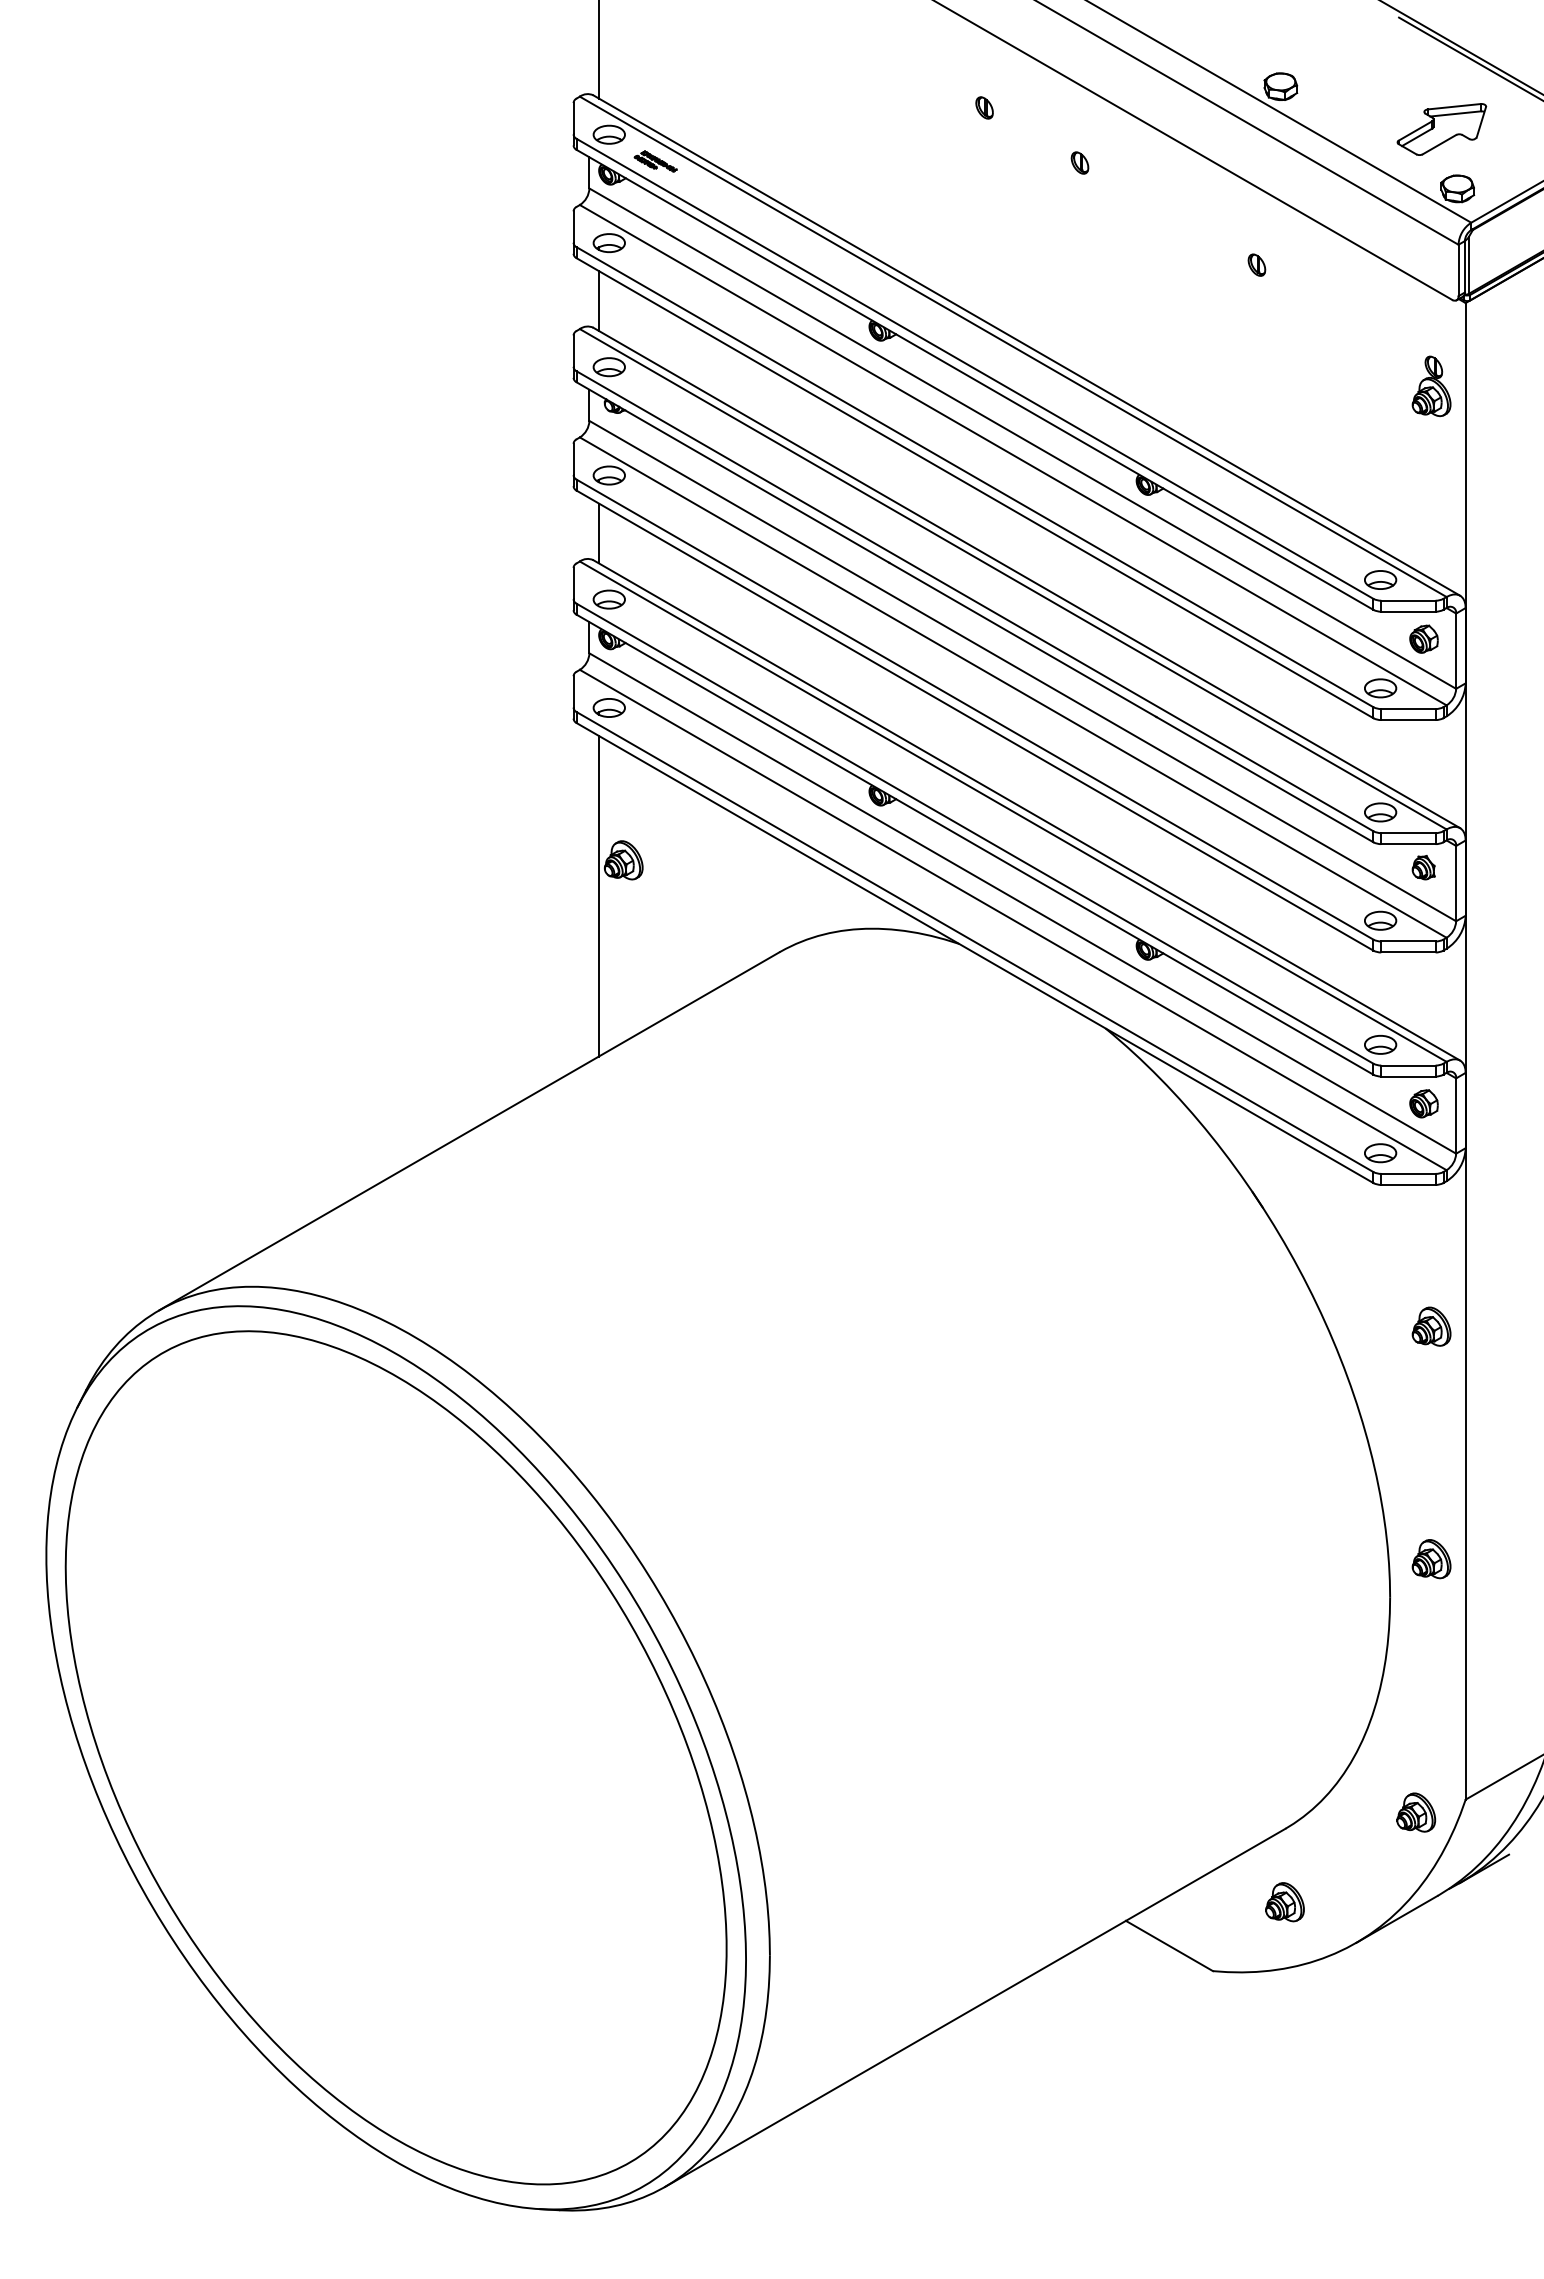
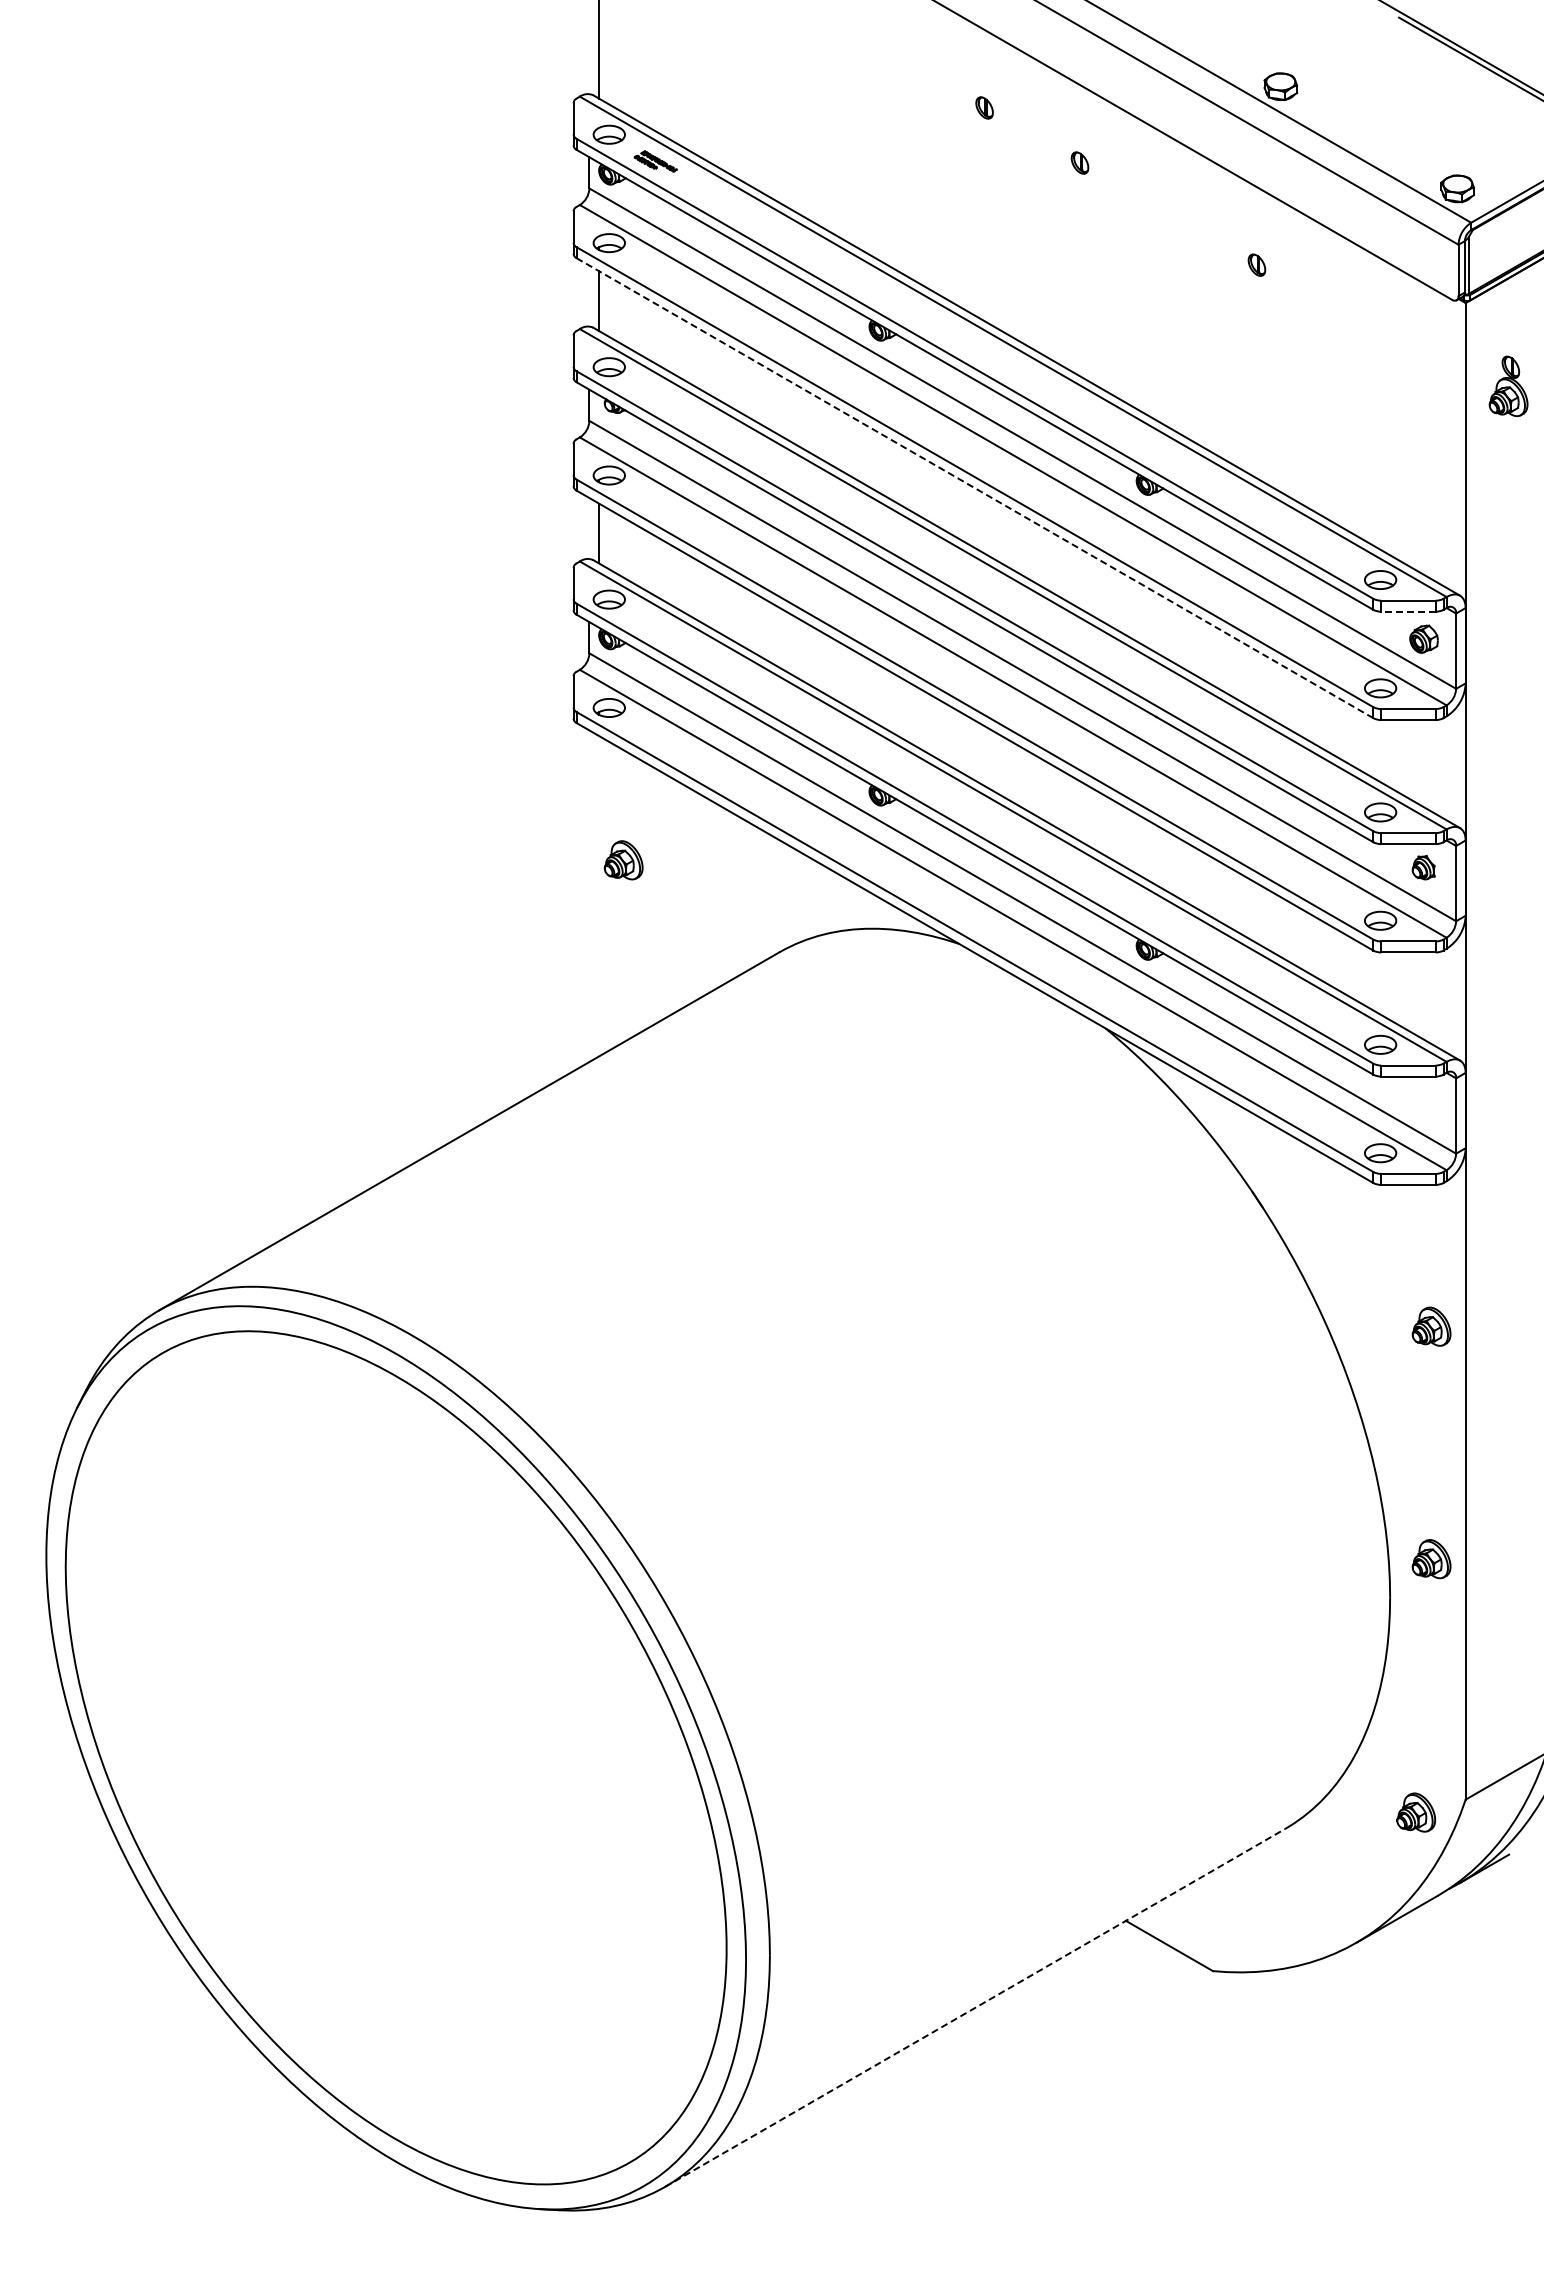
part at (1441, 129): present -> none
part at (1431, 386) position: (1431, 386) -> (1508, 386)
line at (975, 488): solid -> dashed
line at (1407, 611): solid -> dashed
line at (598, 895): present -> none
part at (1423, 1103): present -> none
part at (1284, 1902): present -> none
line at (975, 2007): solid -> dashed
